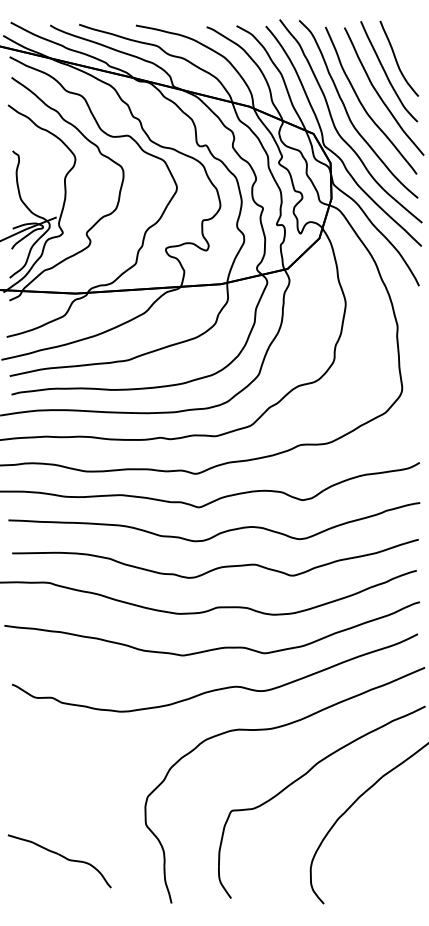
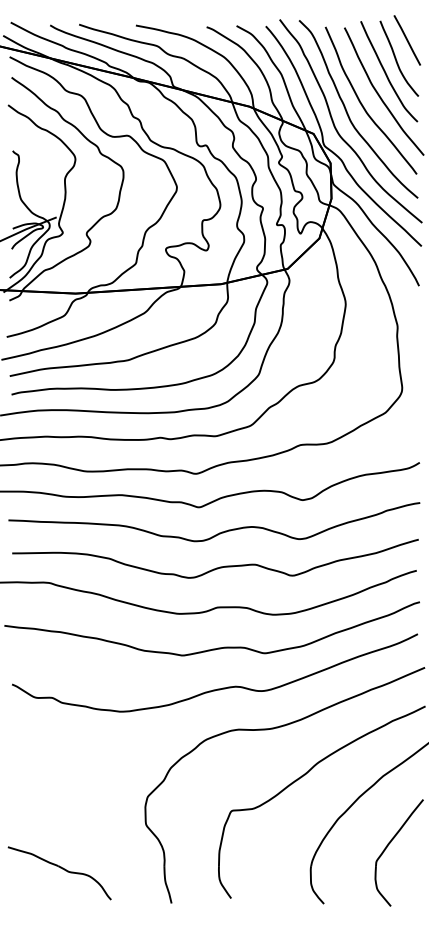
line at (406, 40): none -> present
part at (388, 846): none -> present
part at (59, 861) position: (59, 861) -> (59, 873)
